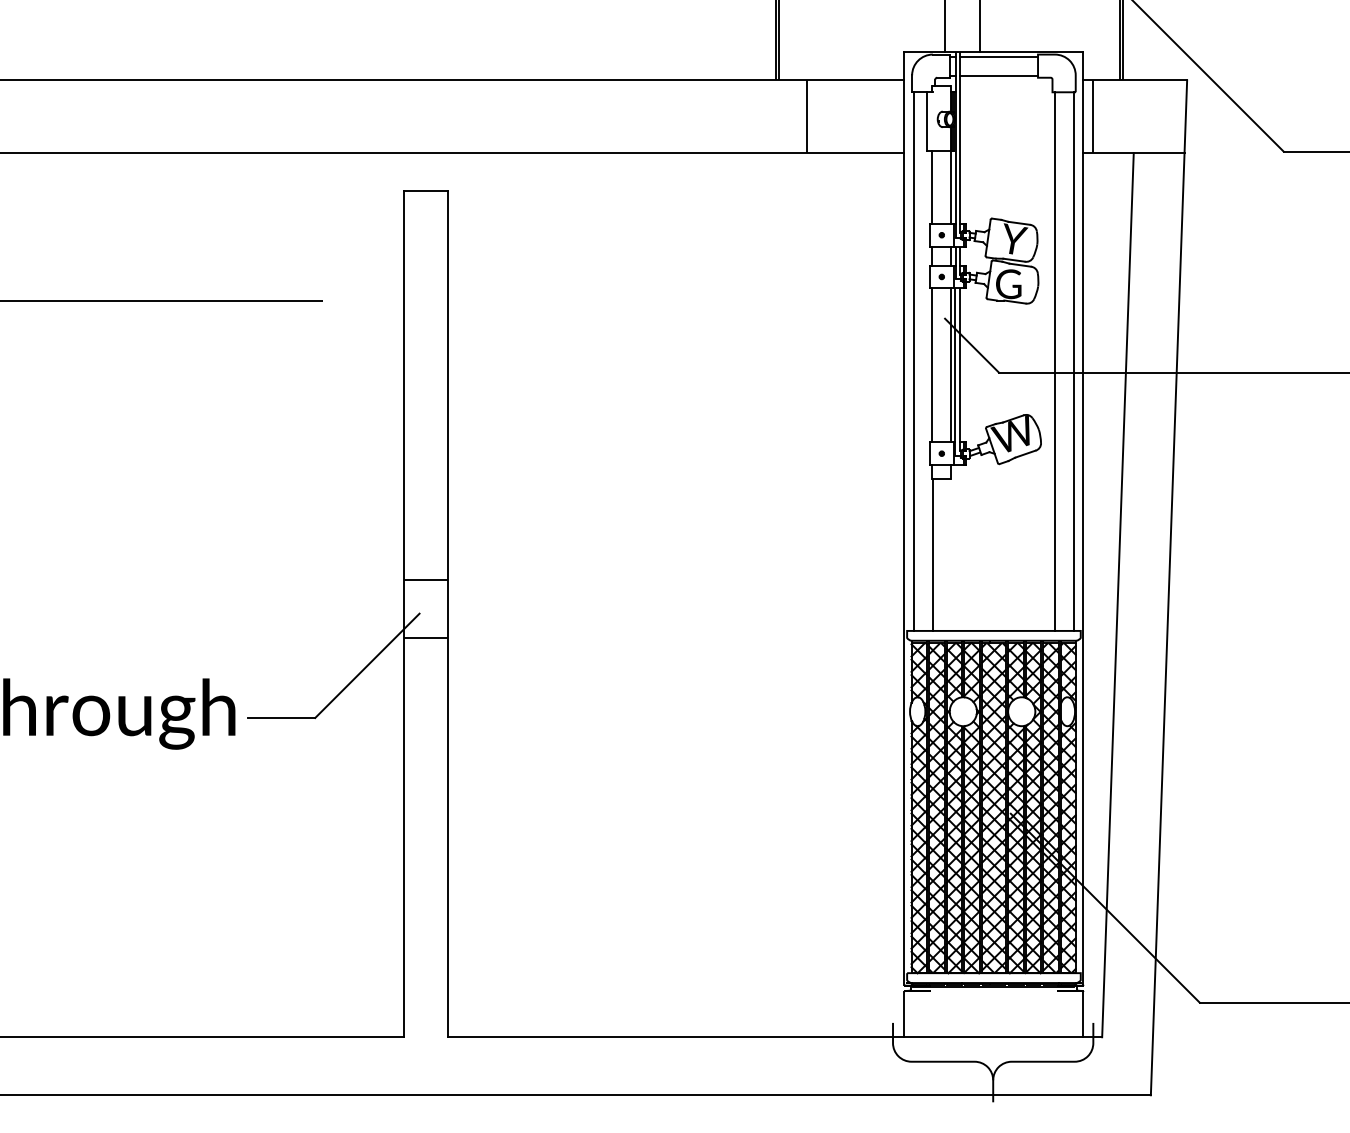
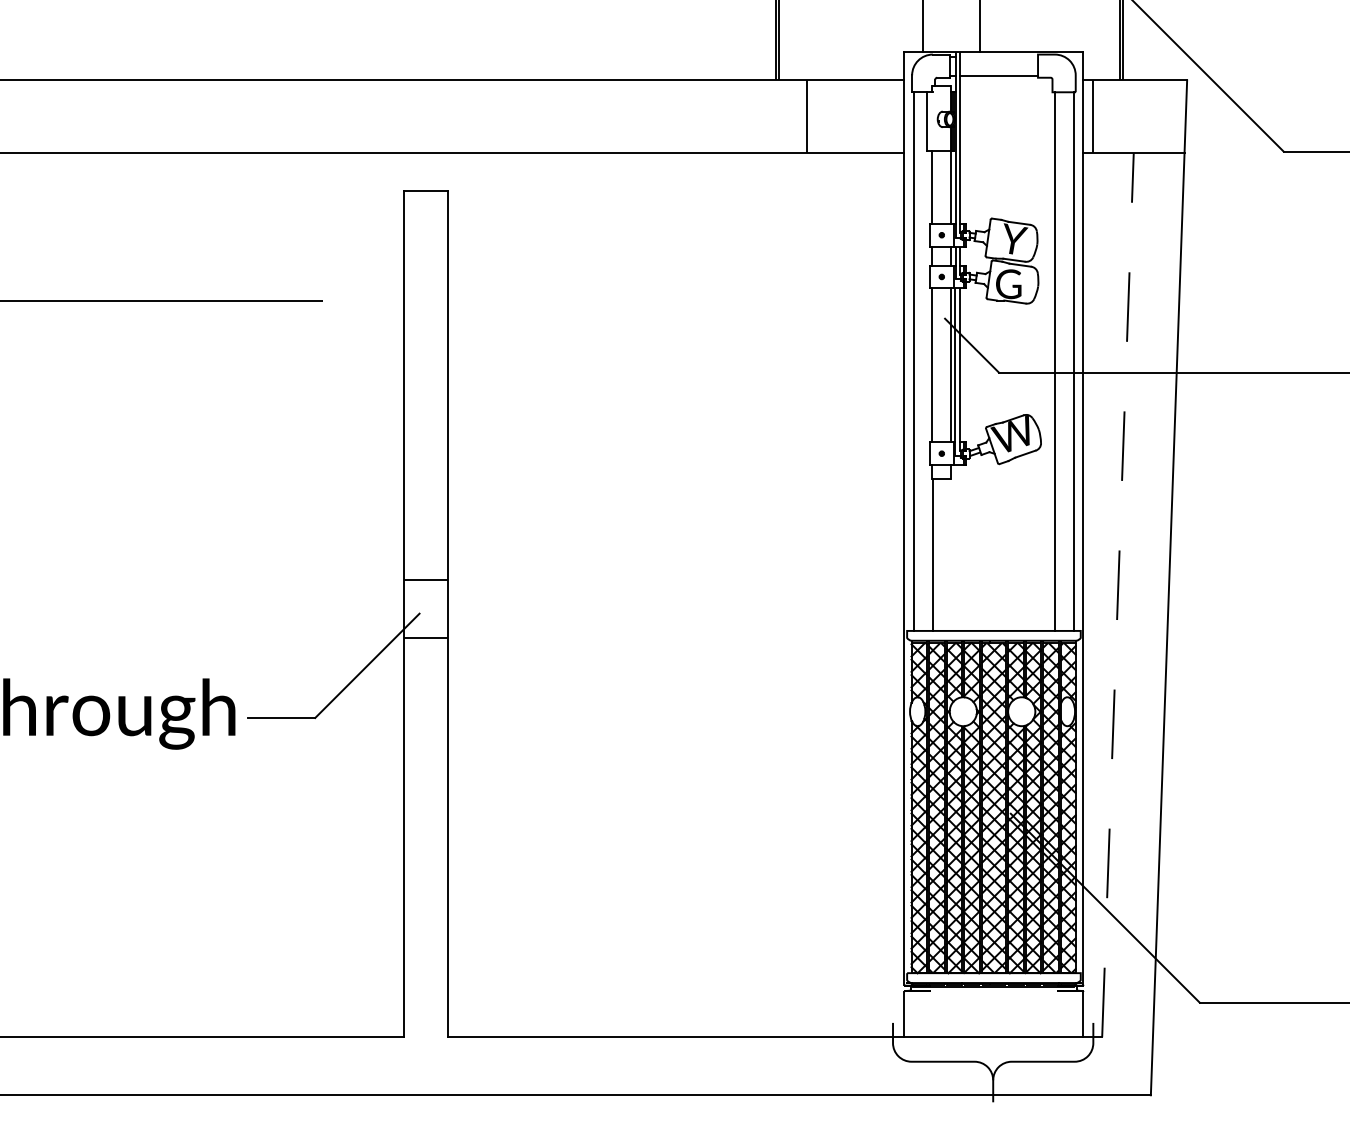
line at (945, 26) position: (945, 26) -> (923, 26)
line at (999, 56): present -> none
line at (1117, 594): solid -> dashed
